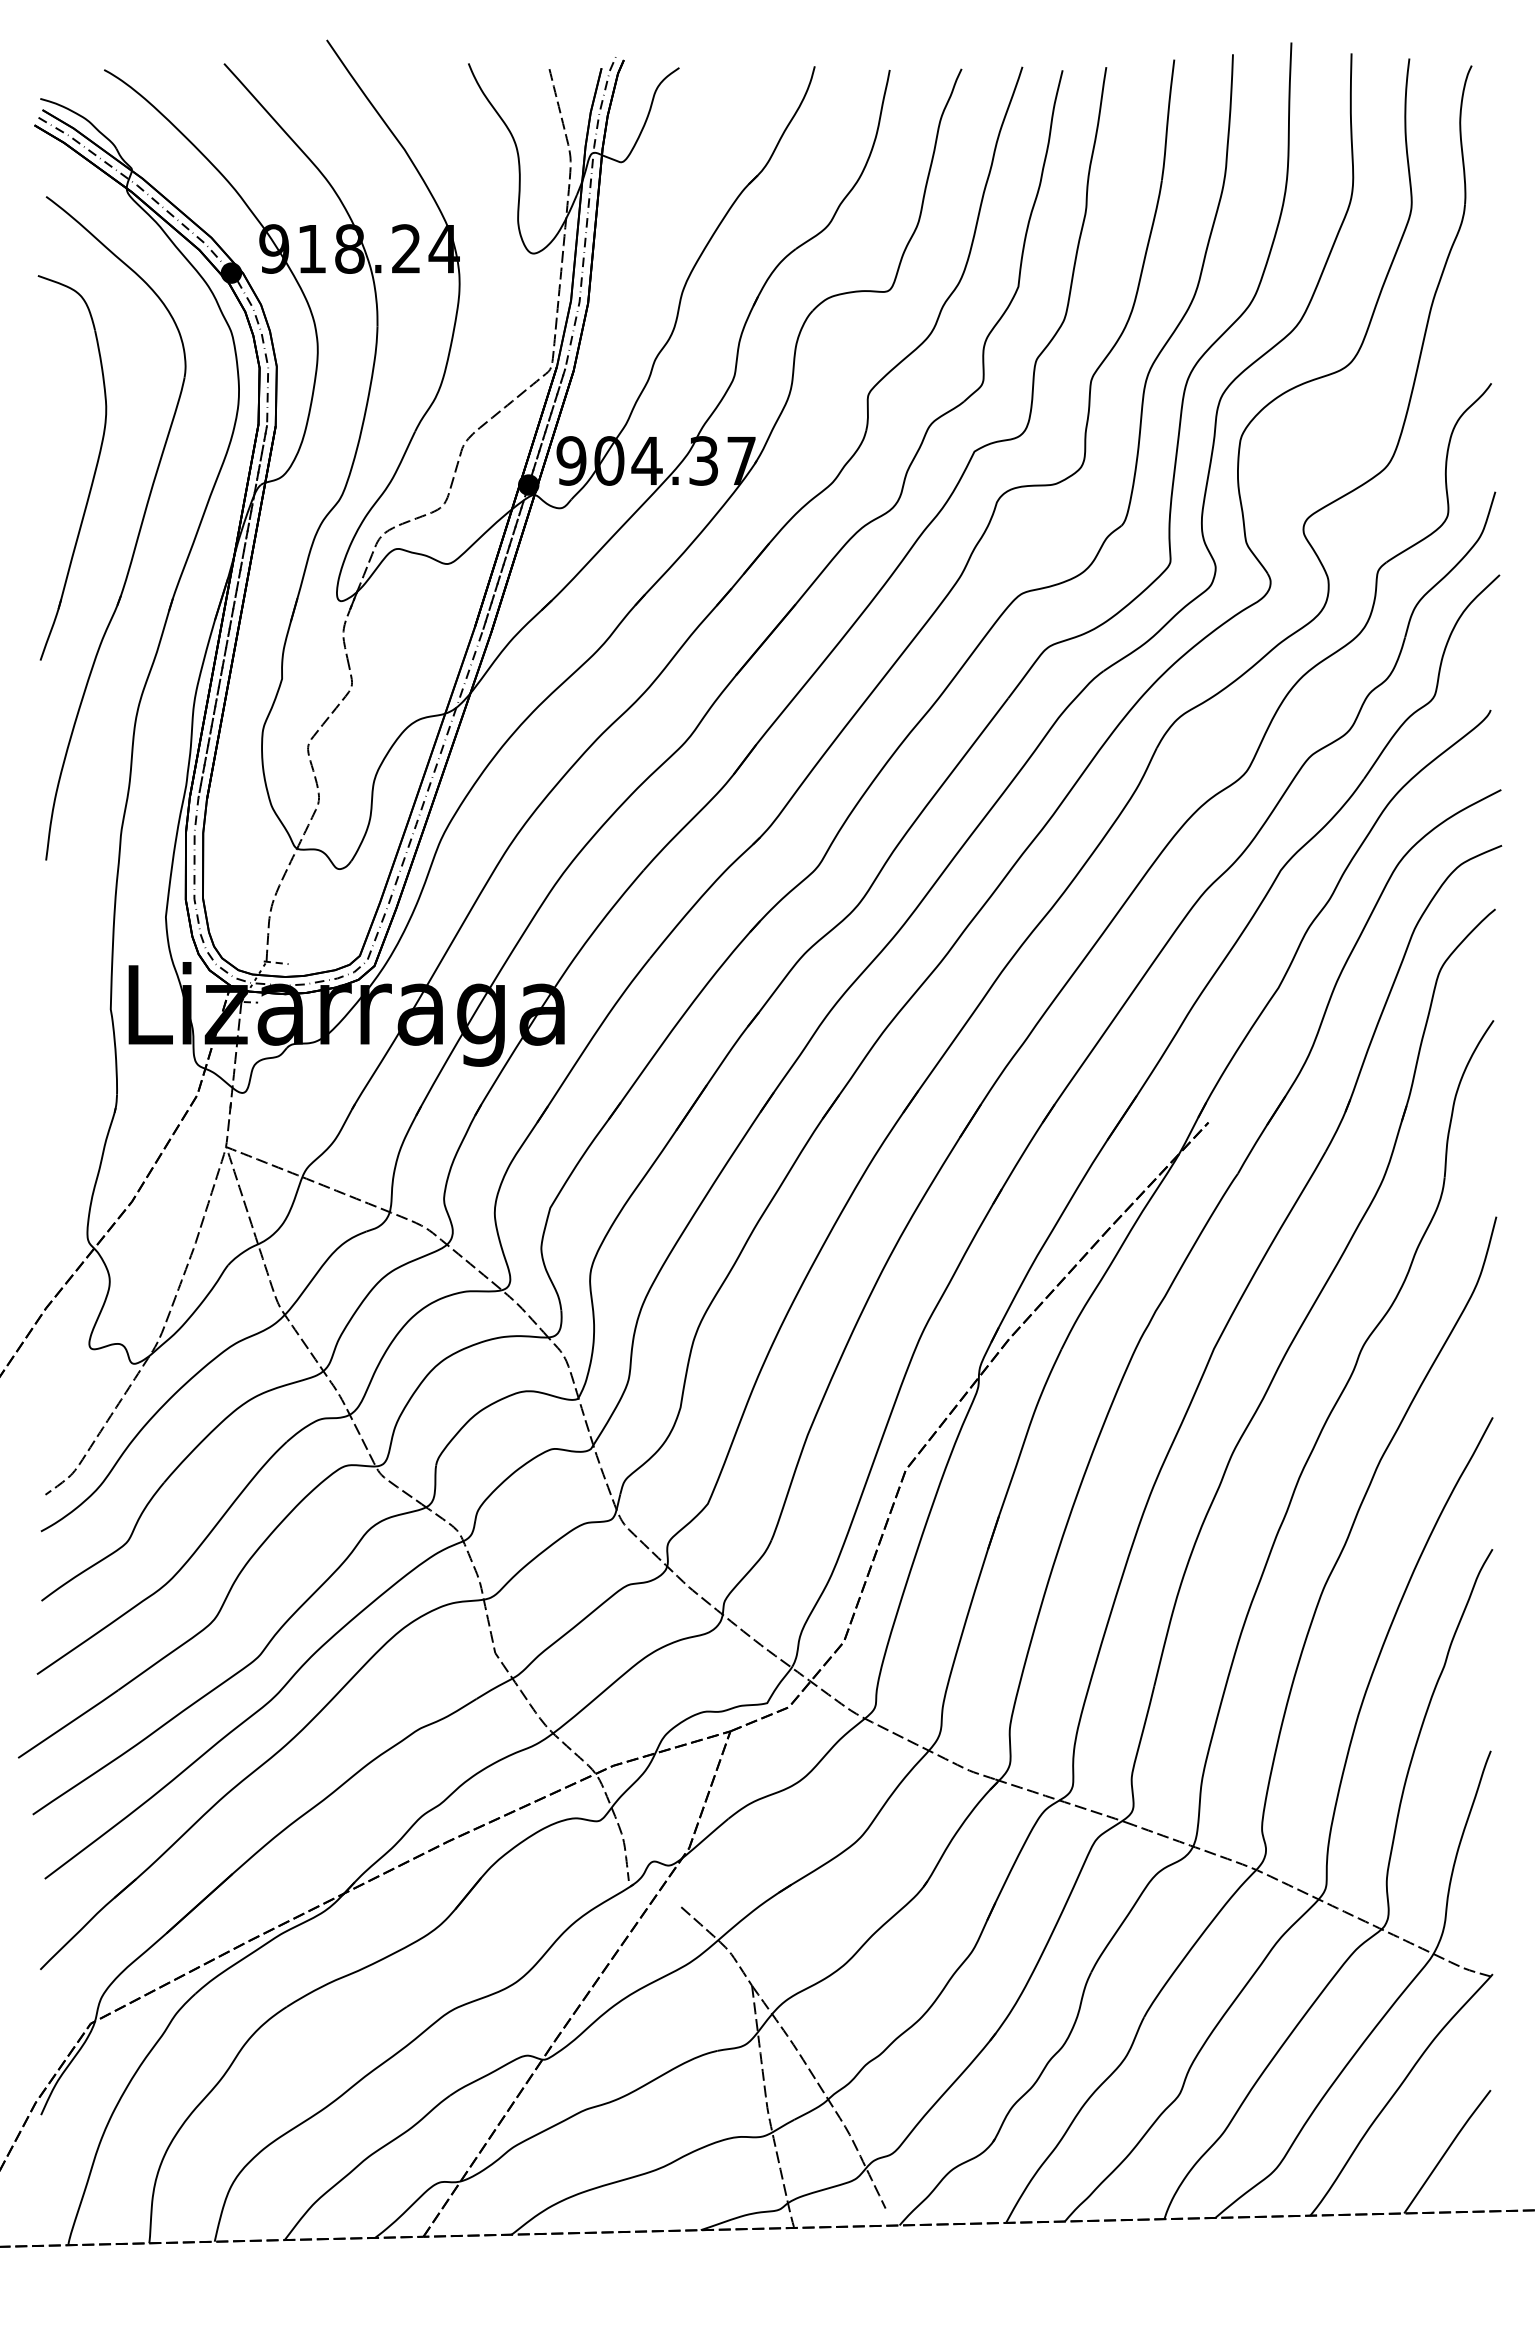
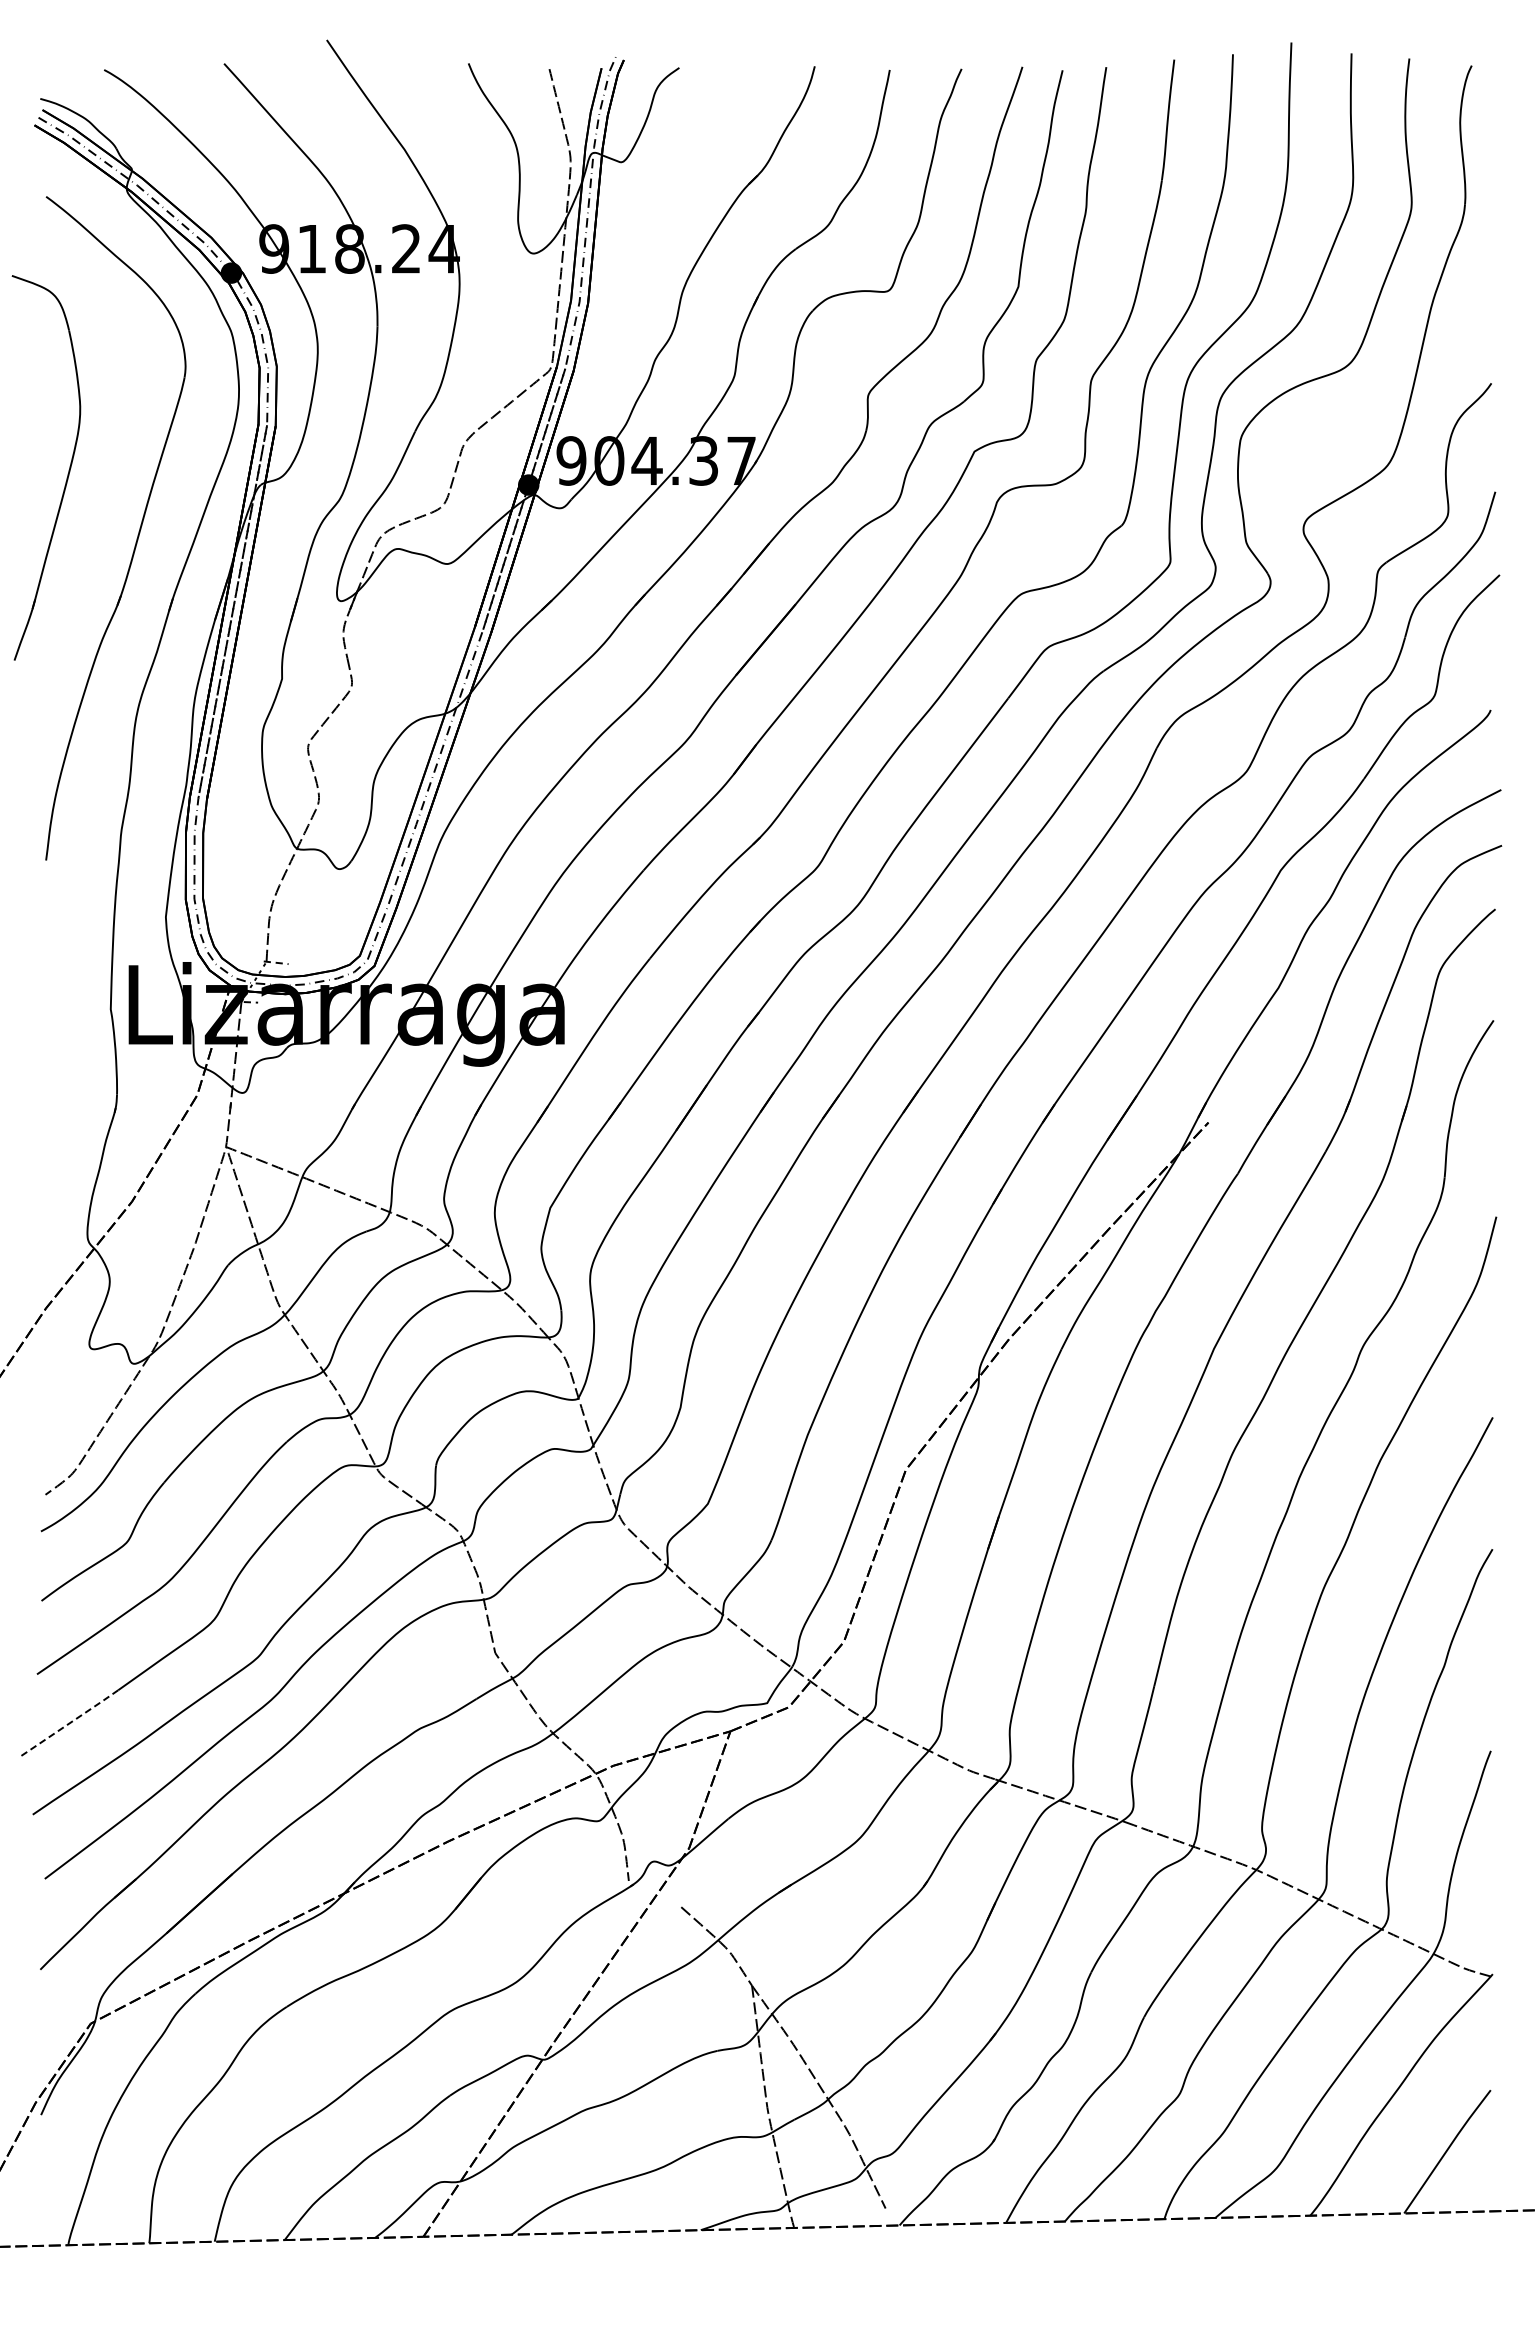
part at (93, 474) position: (93, 474) -> (67, 474)
line at (68, 1724): solid -> dashed
